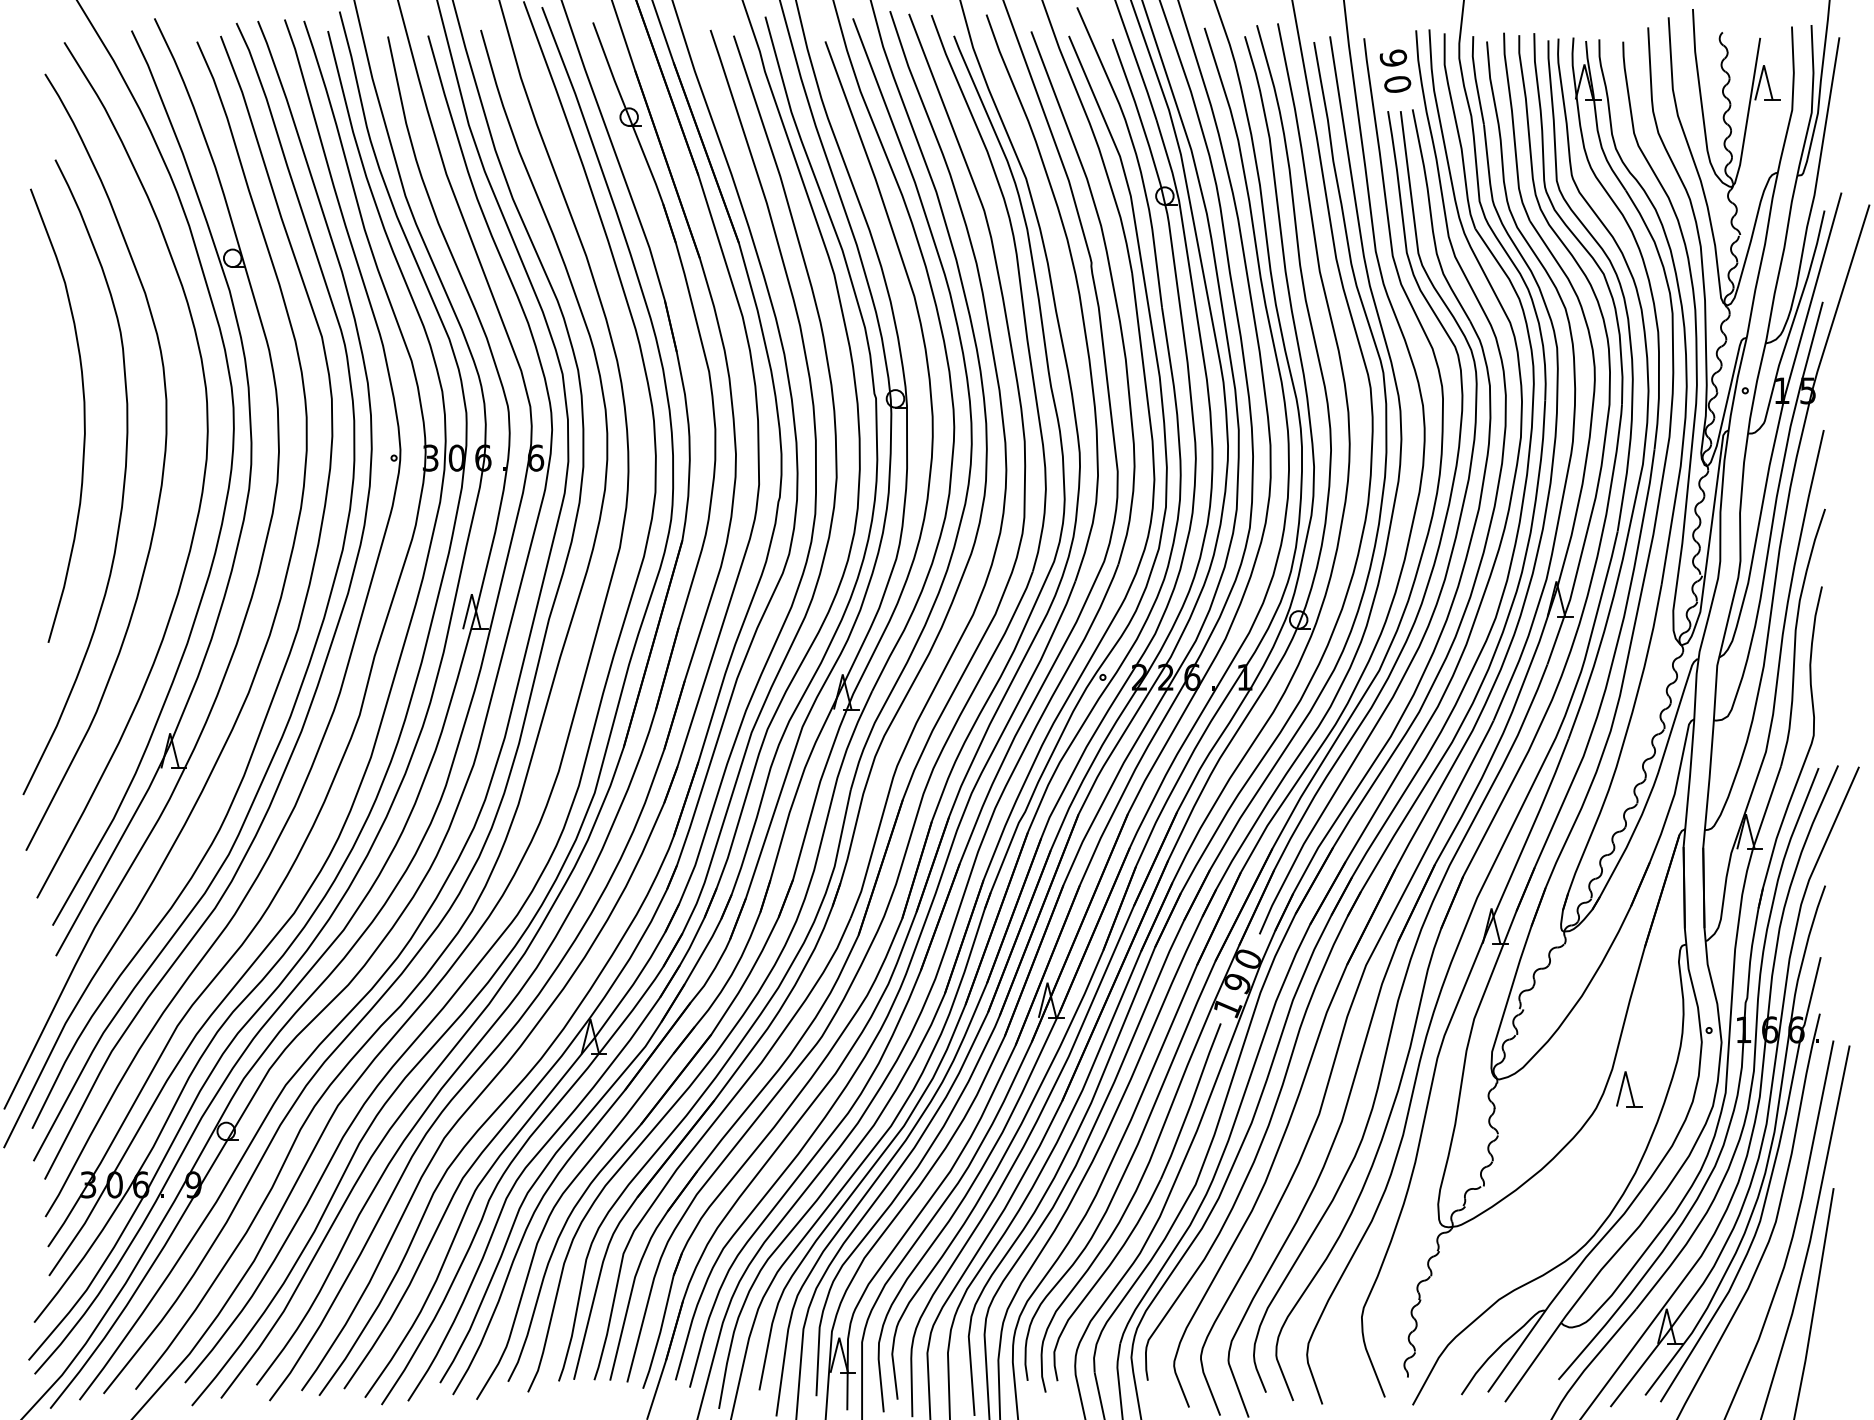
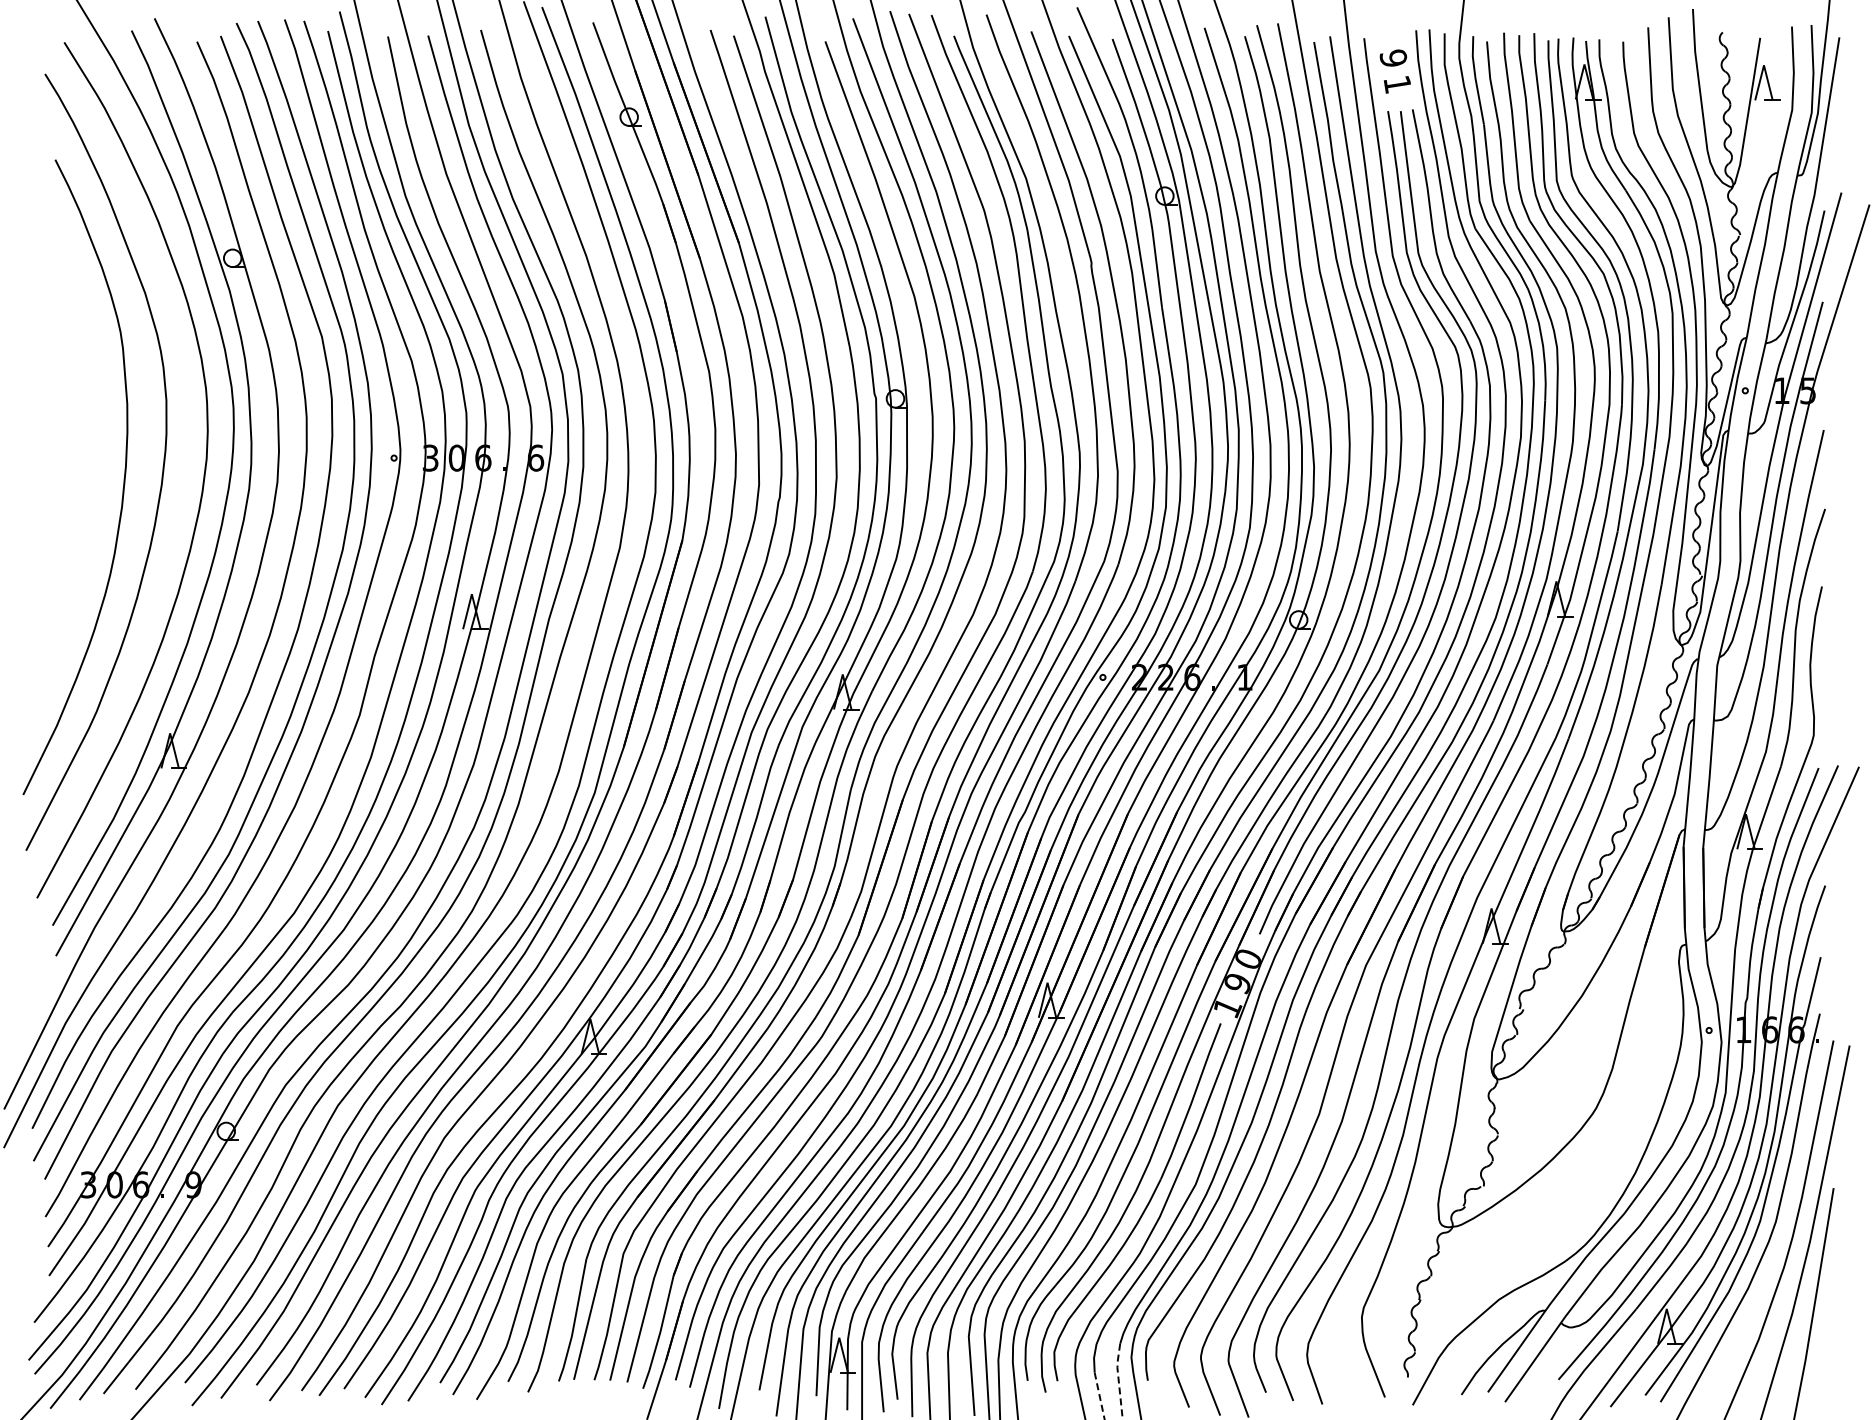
text at (1397, 84): 0 -> 1
curve at (83, 415): present -> none
part at (1629, 1089): present -> none
line at (1118, 1380): solid -> dashed
line at (1099, 1395): solid -> dashed
